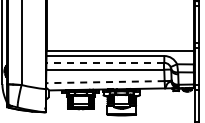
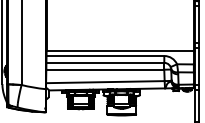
line at (105, 62): dashed -> solid
line at (104, 82): dashed -> solid
